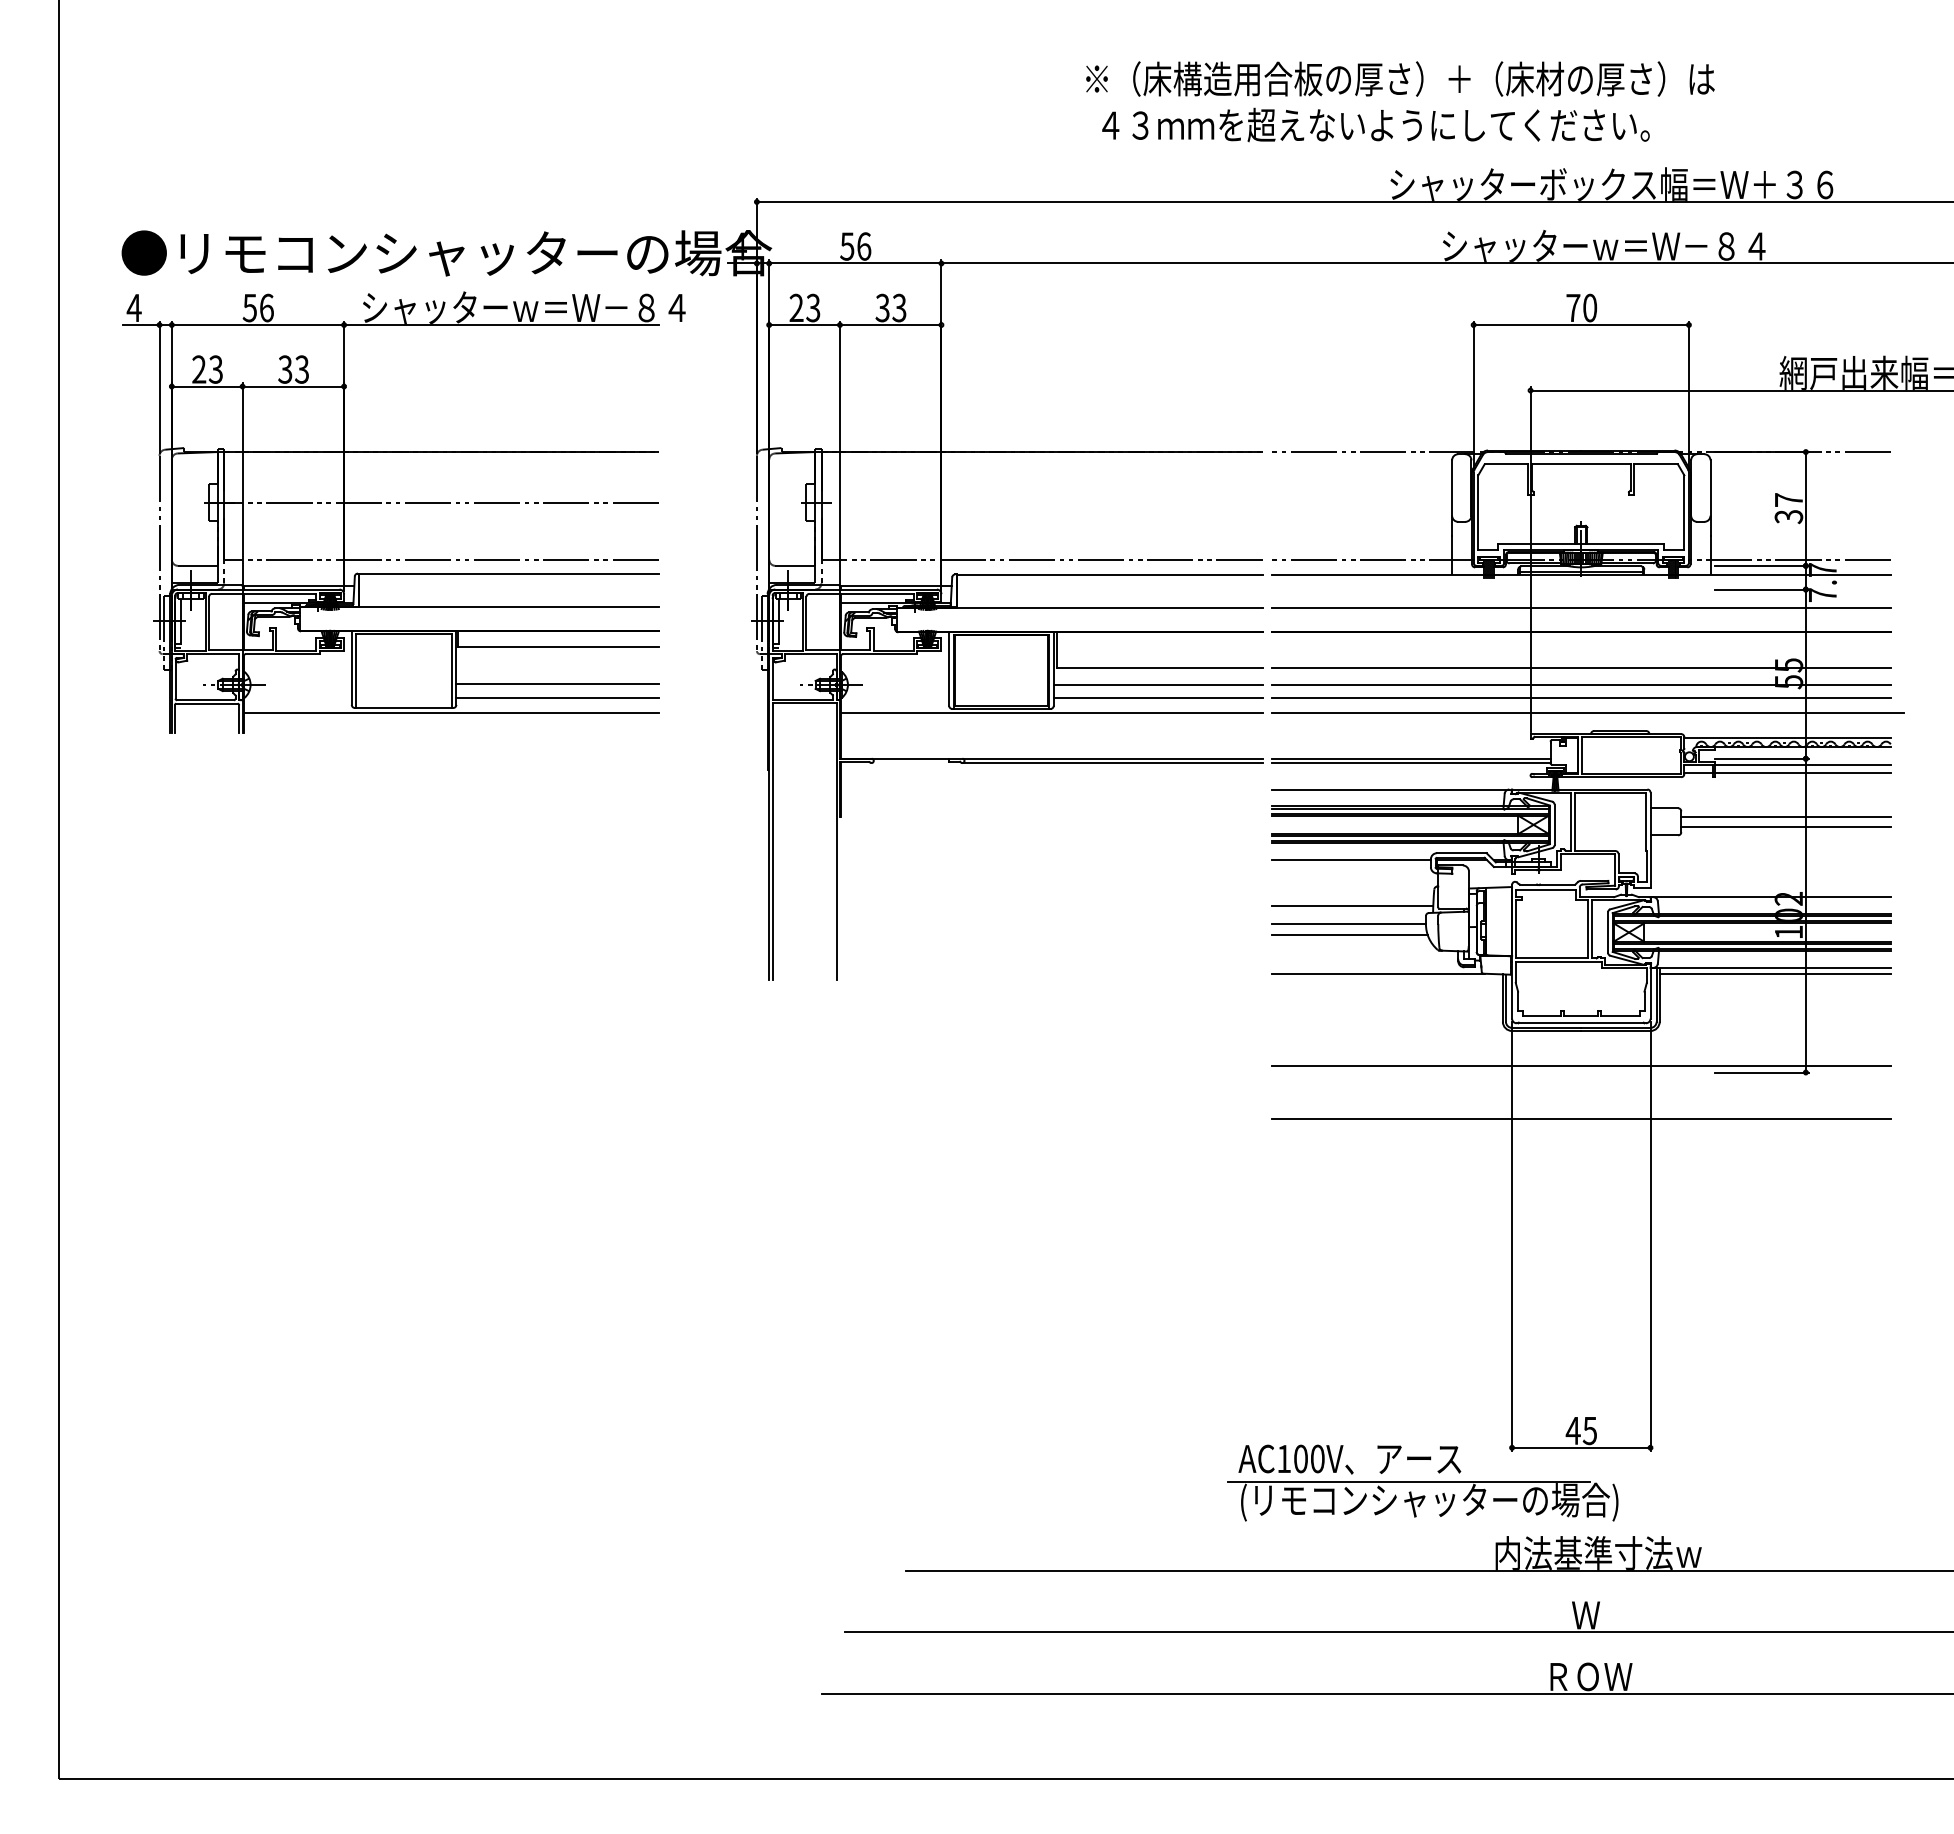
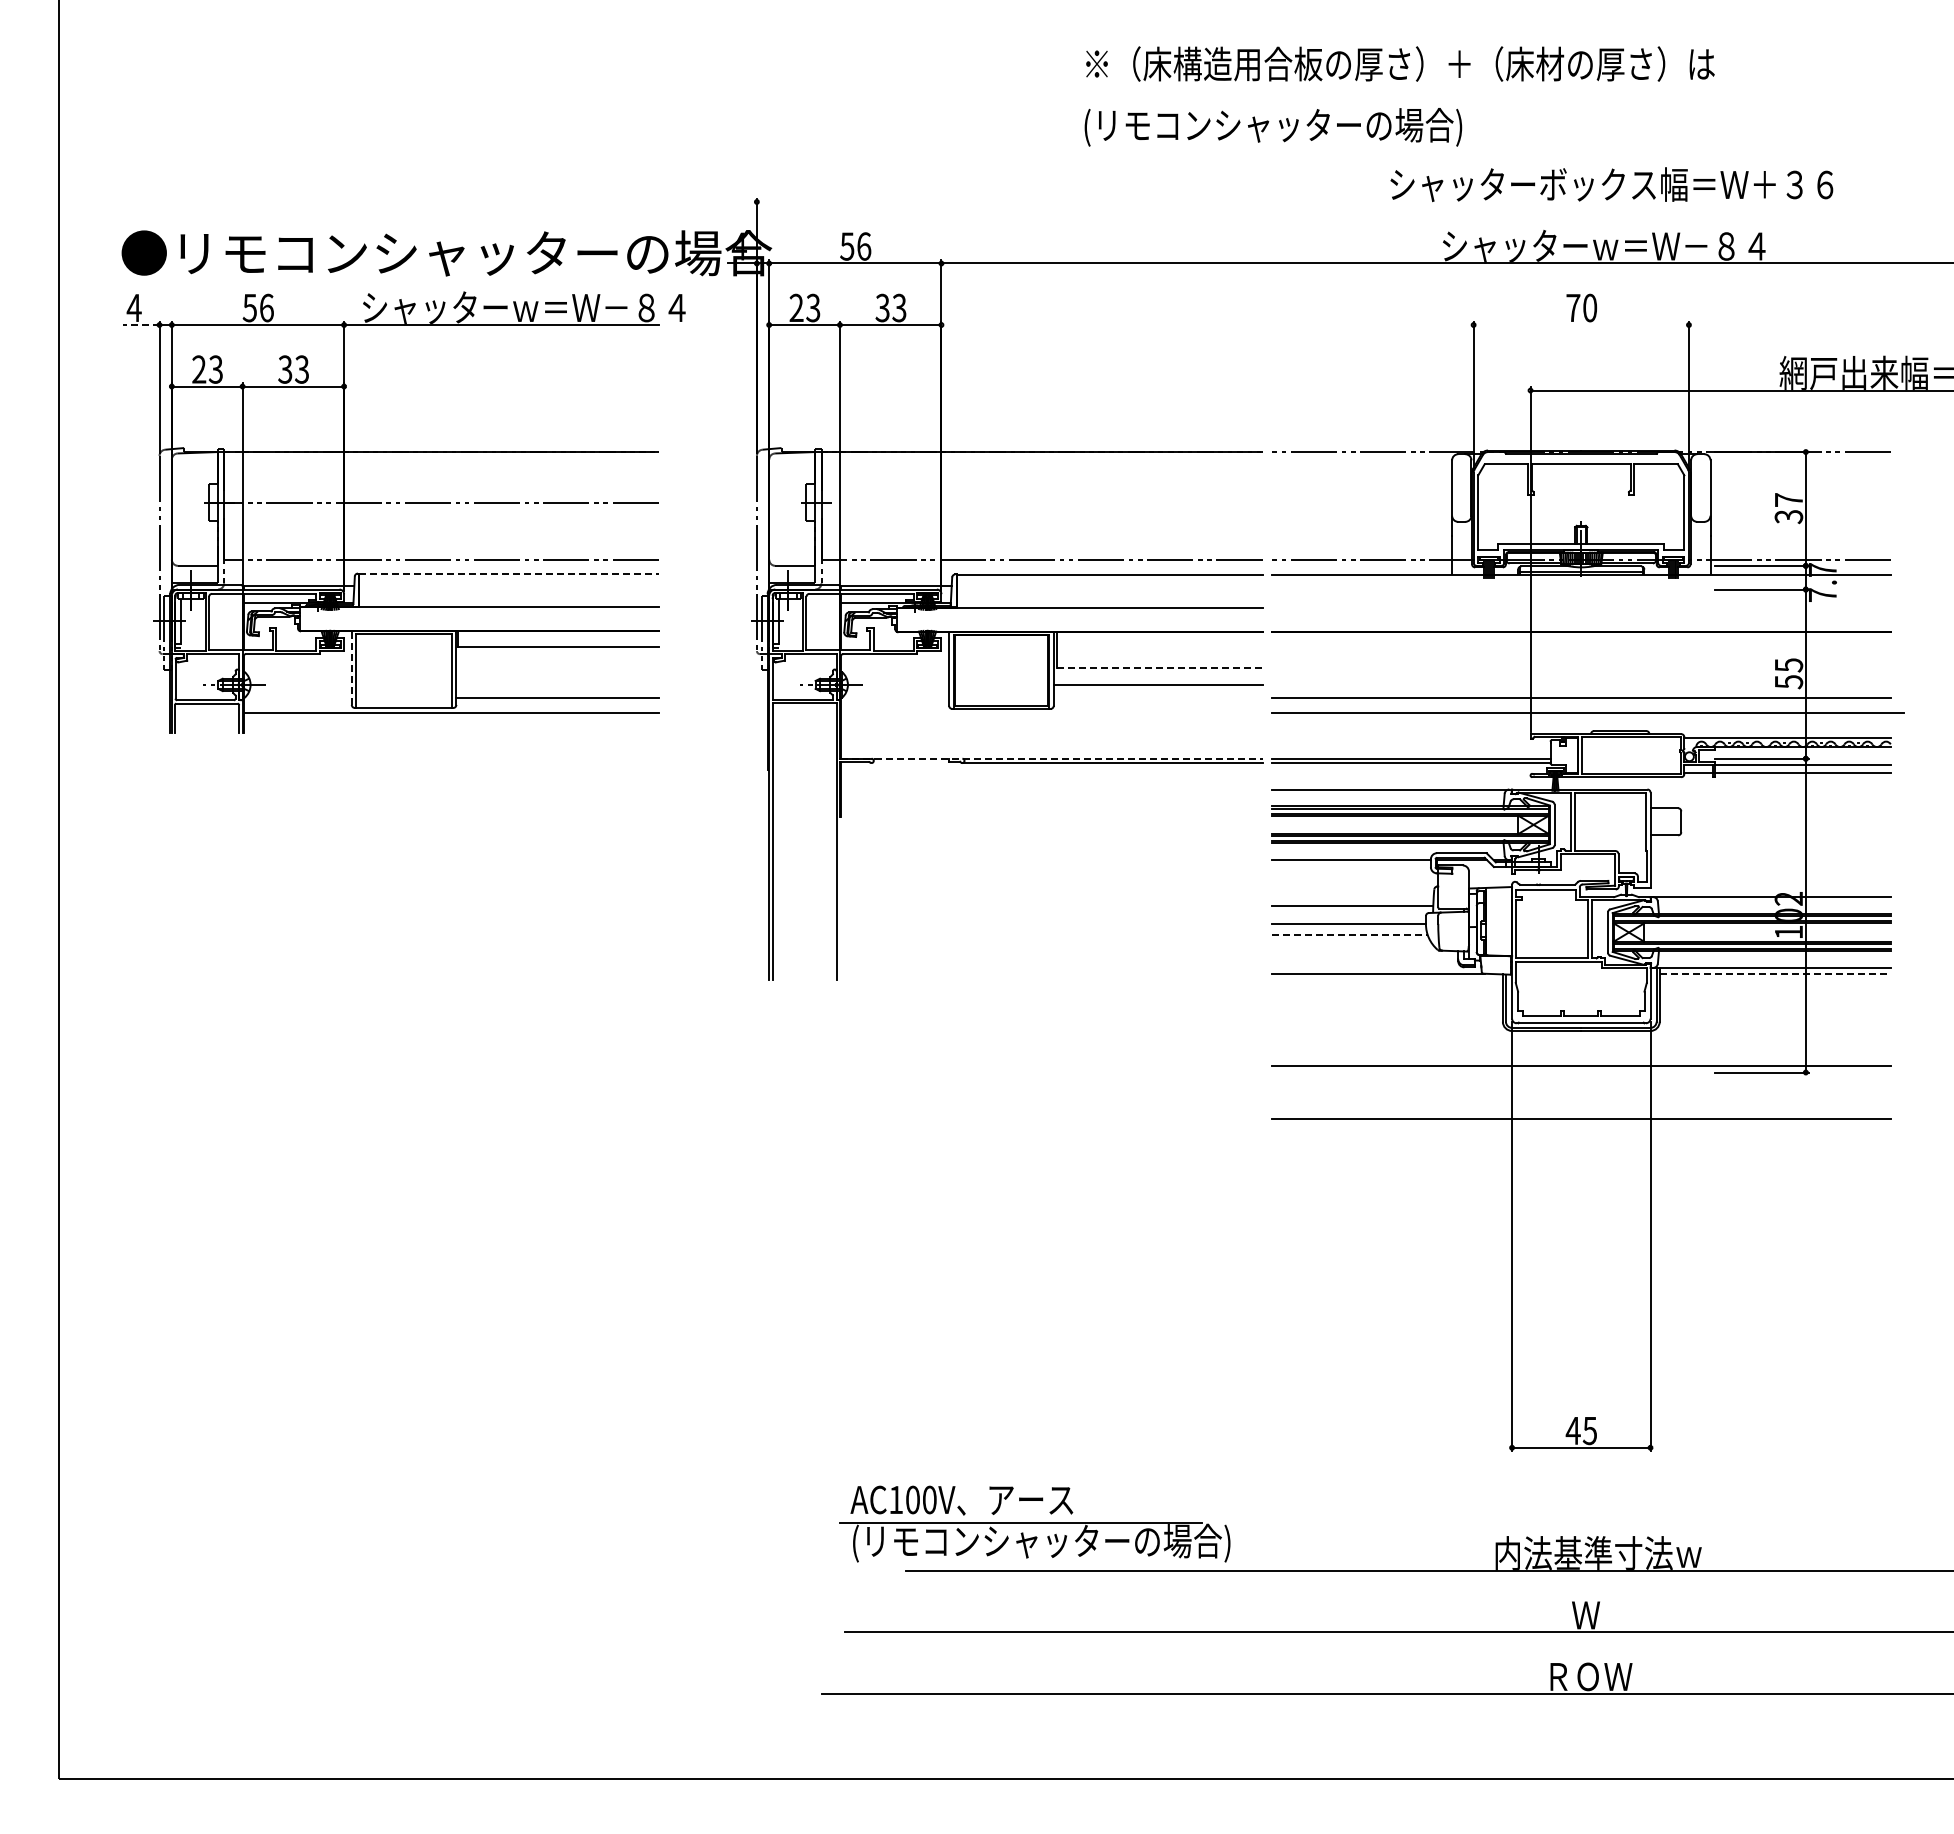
text at (1400, 78) position: (1400, 78) -> (1400, 63)
text at (1366, 126): ４３ｍｍを超えないようにしてください。 -> (リモコンシャッターの場合)
line at (1353, 201): present -> none
line at (140, 325): solid -> dashed
line at (1580, 325): present -> none
line at (509, 574): solid -> dashed
line at (1580, 608): present -> none
line at (1159, 667): solid -> dashed
line at (1580, 667): present -> none
line at (351, 668): solid -> dashed
line at (557, 683): present -> none
line at (1580, 684): present -> none
line at (1157, 698): present -> none
line at (1051, 712): present -> none
line at (1052, 758): solid -> dashed
line at (1785, 816): present -> none
line at (1785, 827): present -> none
line at (1349, 934): solid -> dashed
line at (1775, 973): solid -> dashed
part at (1422, 1482) position: (1422, 1482) -> (1034, 1523)
